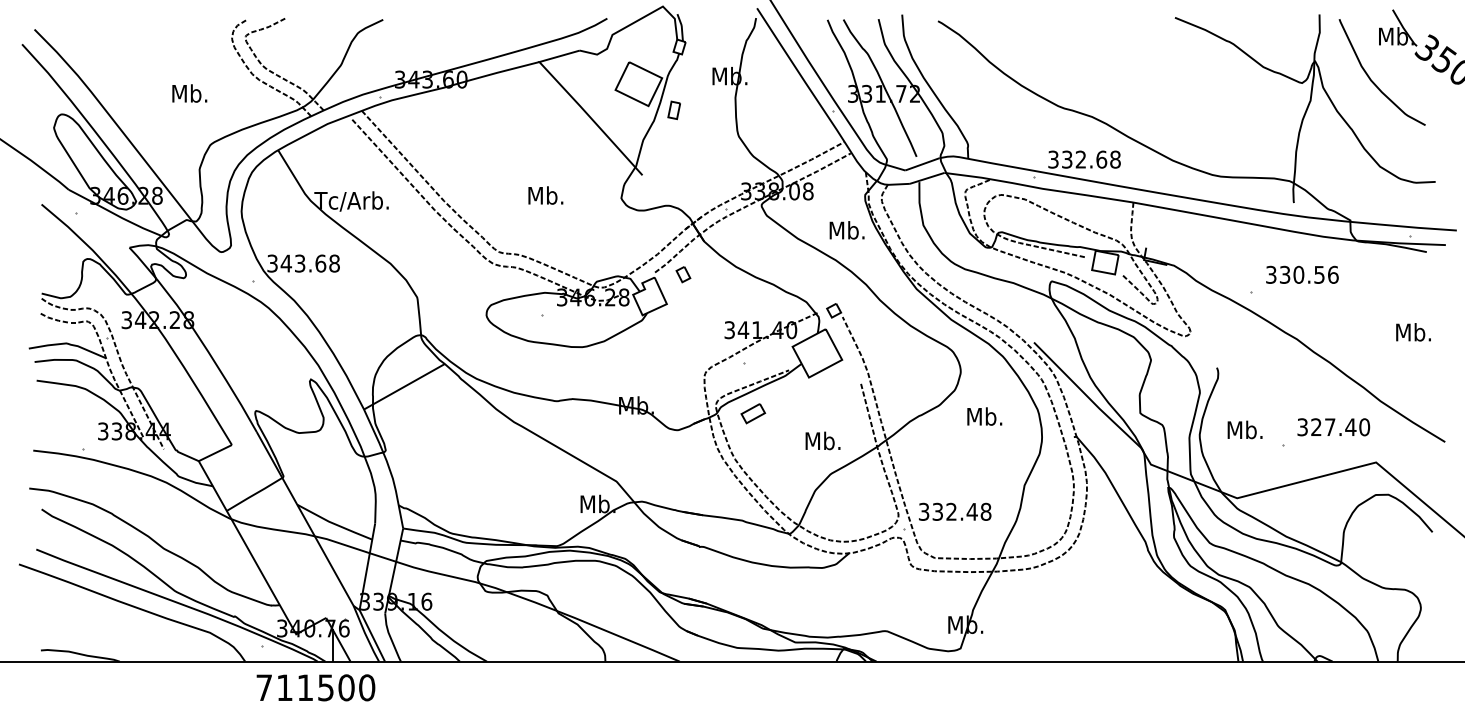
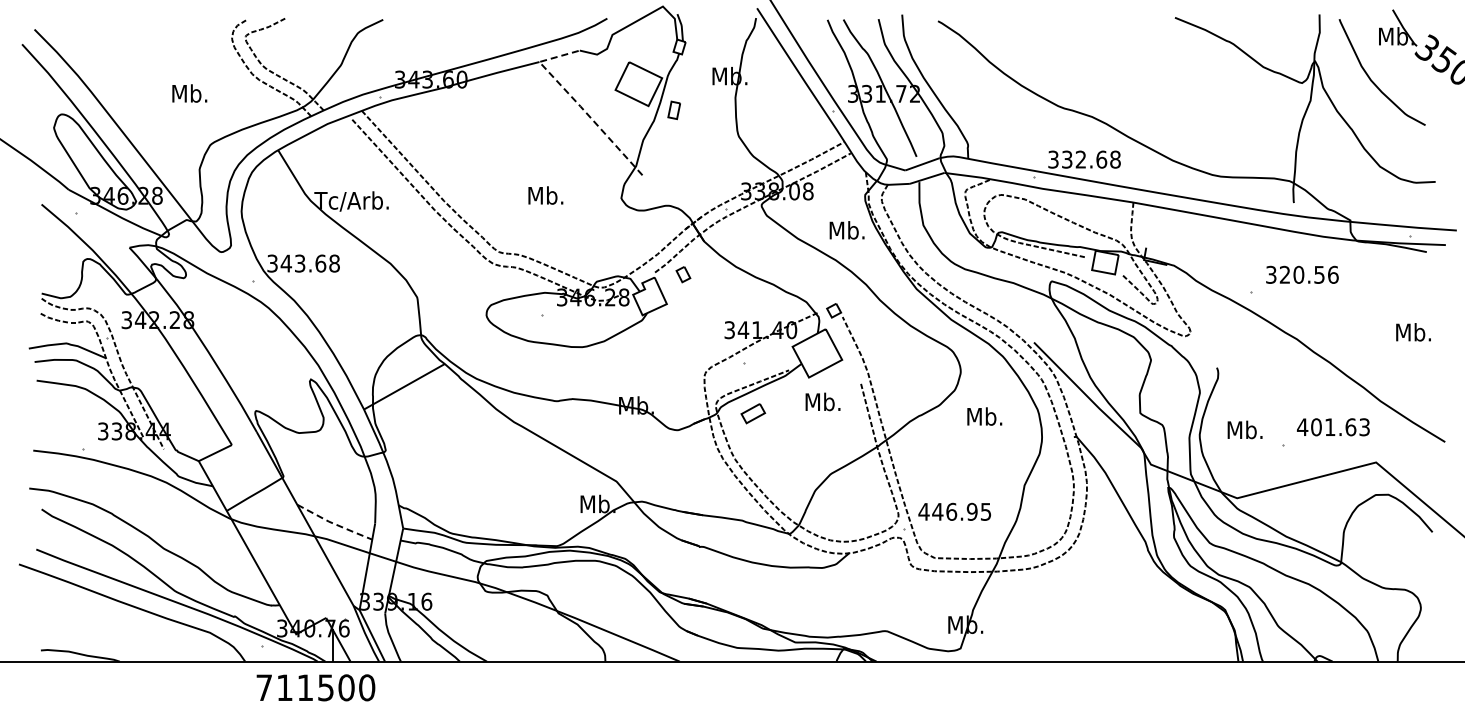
line at (577, 102): solid -> dashed
text at (1285, 274): 330.56 -> 320.56
text at (1333, 427): 327.40 -> 401.63
text at (822, 440) position: (822, 440) -> (822, 401)
text at (954, 511): 332.48 -> 446.95
line at (334, 523): solid -> dashed
